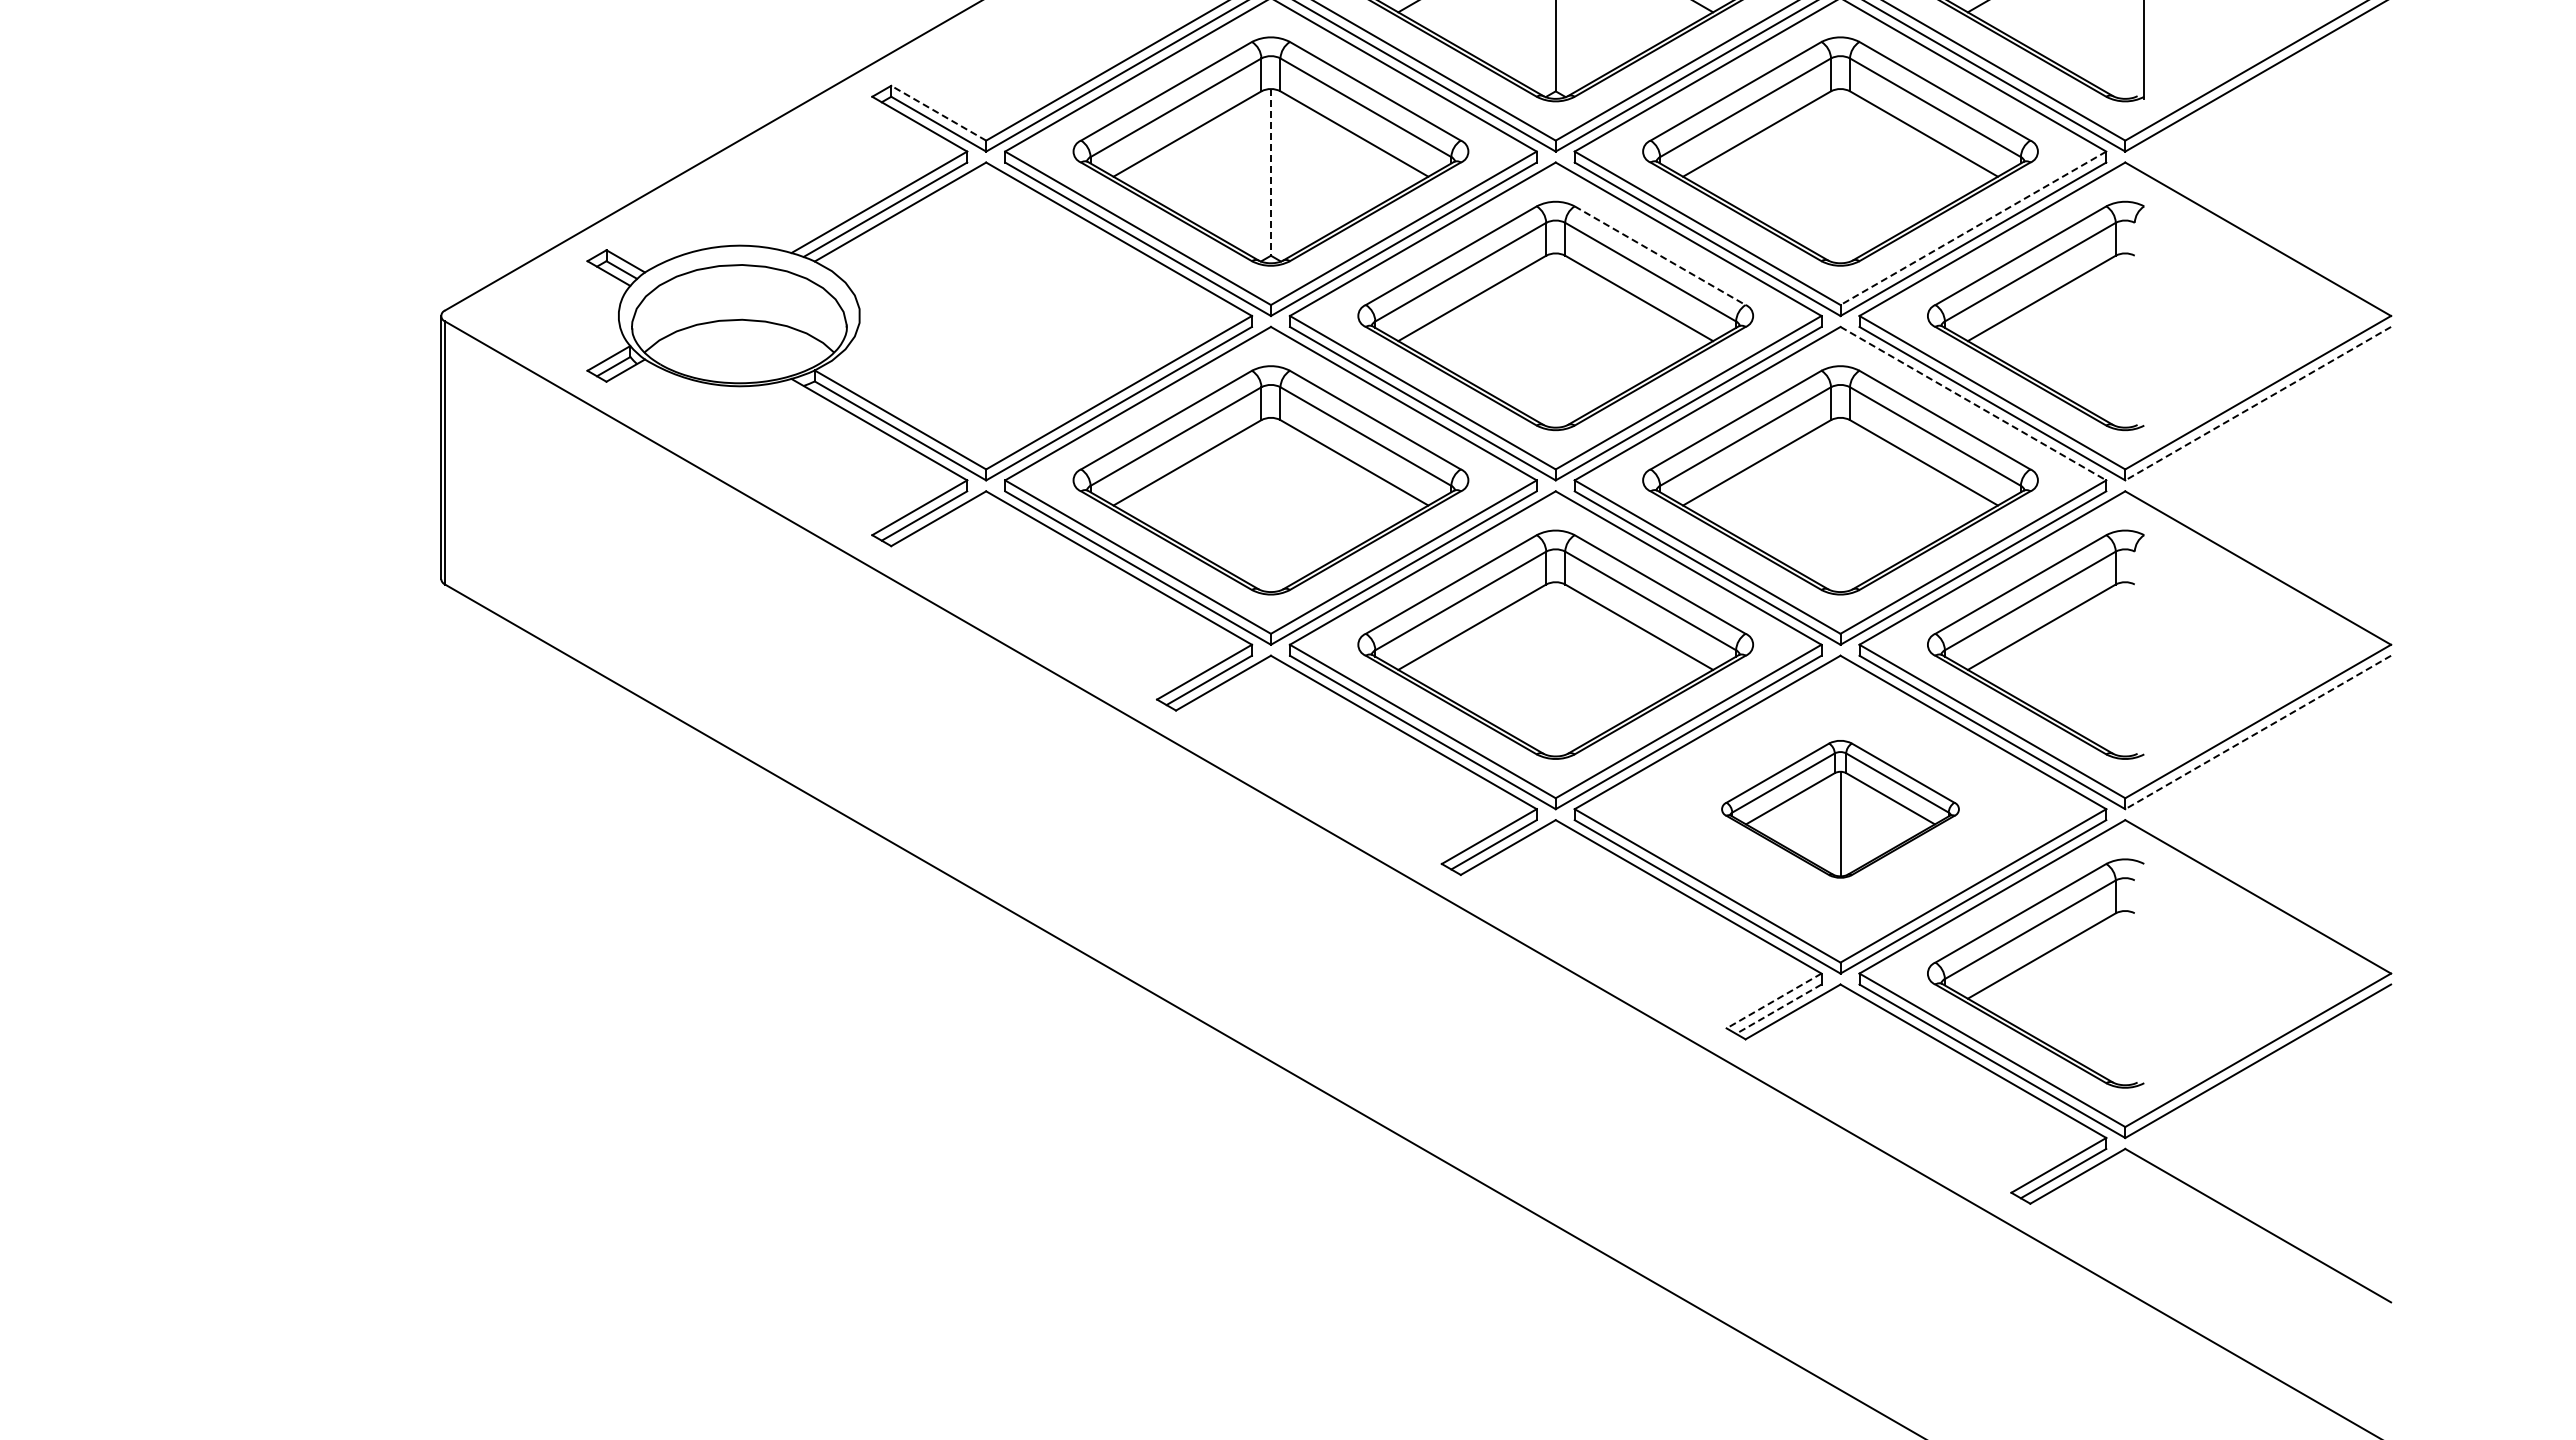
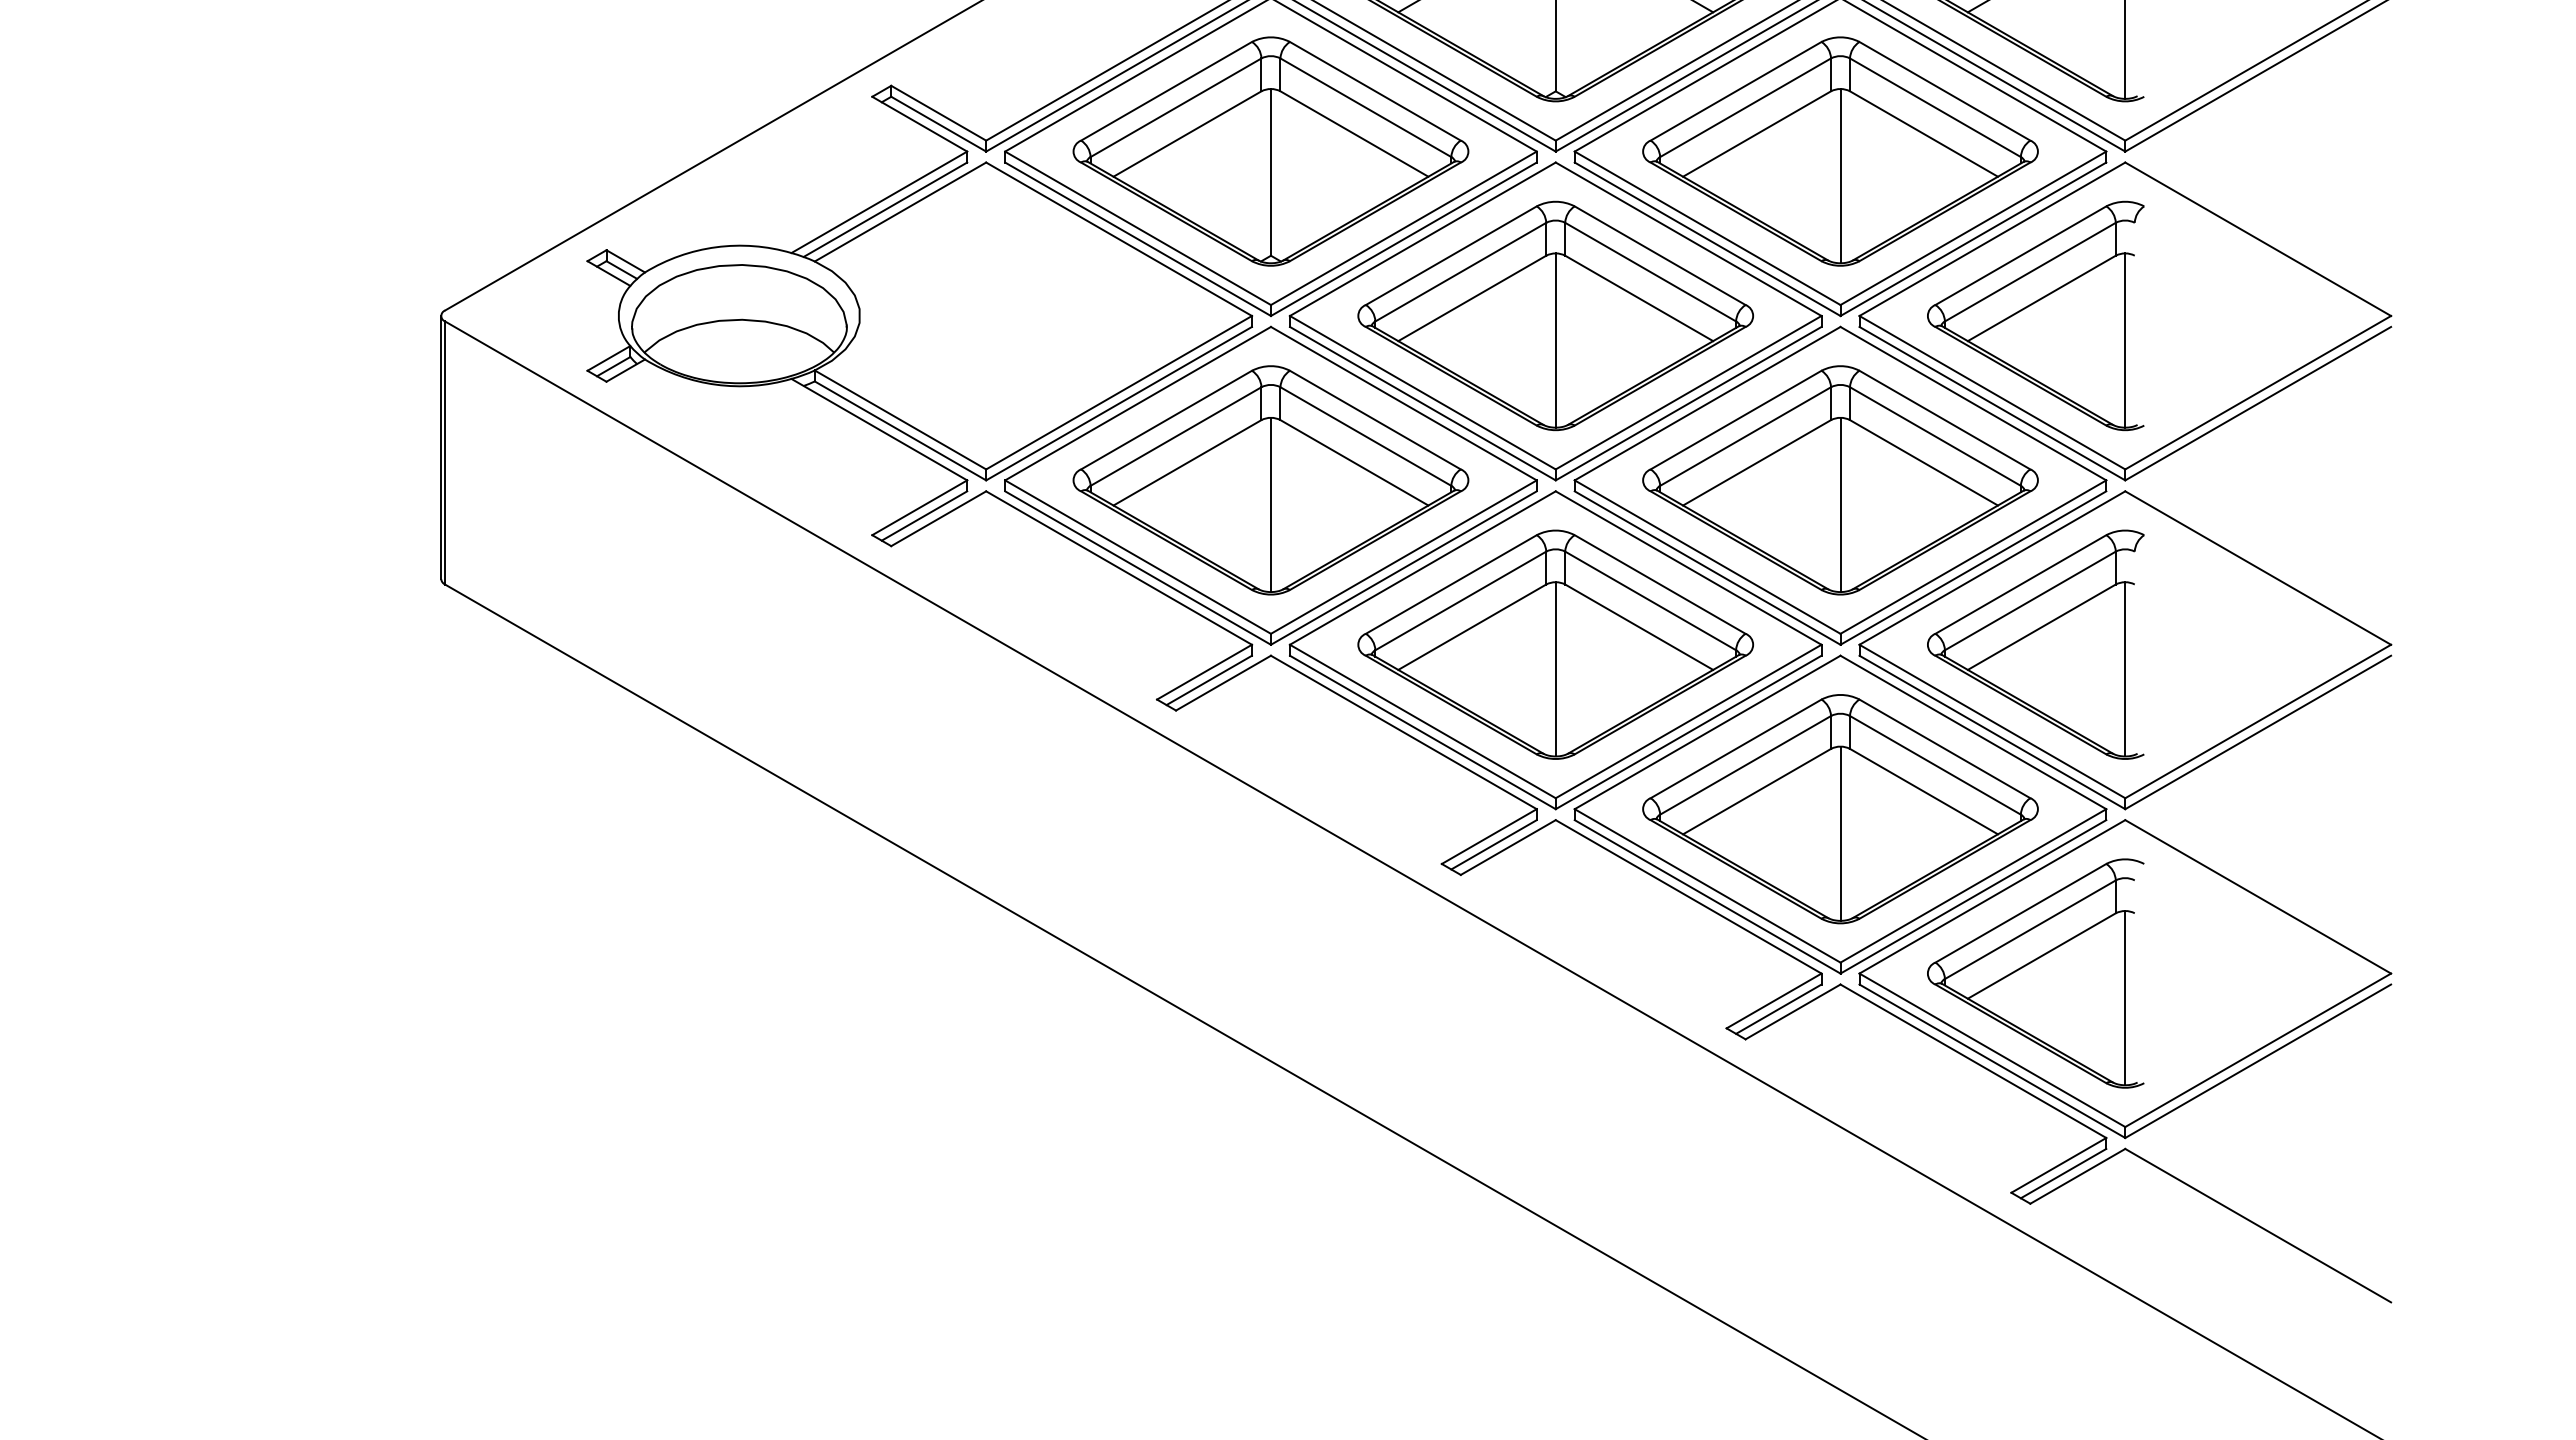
line at (2144, 50) position: (2144, 50) -> (2125, 50)
line at (938, 113): dashed -> solid
line at (1270, 172): dashed -> solid
line at (1840, 176): none -> present
line at (1972, 228): dashed -> solid
line at (1660, 255): dashed -> solid
line at (1555, 340): none -> present
line at (2125, 340): none -> present
line at (1973, 403): dashed -> solid
line at (2257, 403): dashed -> solid
line at (1270, 504): none -> present
line at (1840, 504): none -> present
line at (1555, 669): none -> present
line at (2125, 669): none -> present
line at (2257, 732): dashed -> solid
part at (1840, 809) size: 239x139 px -> 397x231 px
line at (2125, 998): none -> present
line at (1774, 1000): dashed -> solid
line at (1778, 1009): dashed -> solid
